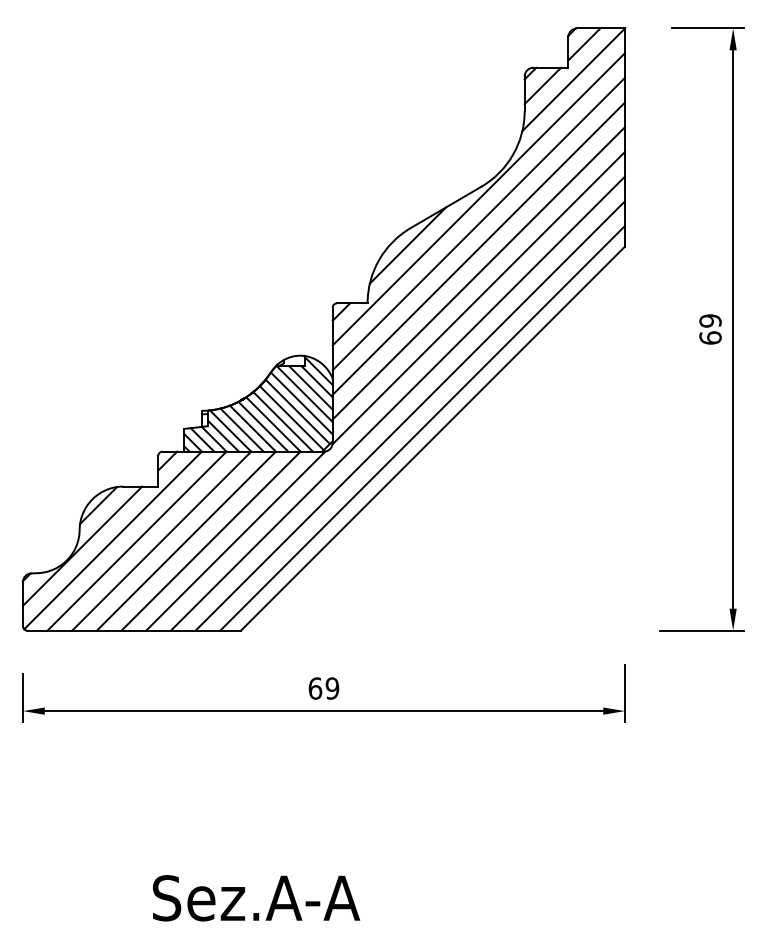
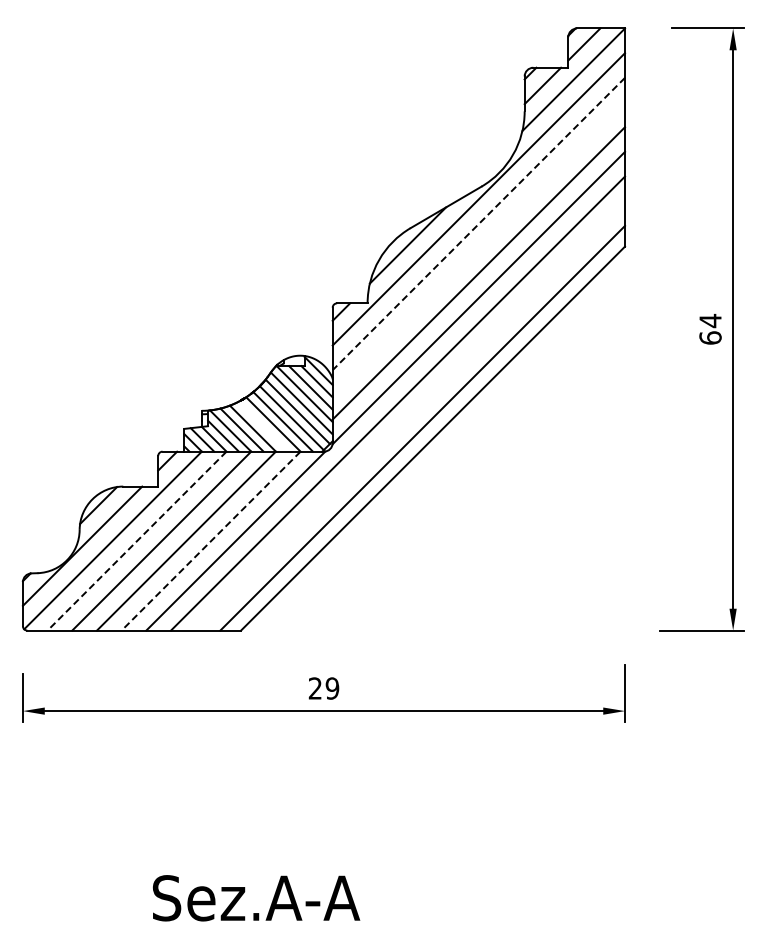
line at (478, 224): solid -> dashed
line at (478, 248): present -> none
text at (710, 320): 69 -> 64
line at (410, 415): present -> none
line at (263, 426): present -> none
line at (136, 541): solid -> dashed
line at (210, 541): solid -> dashed
text at (315, 688): 69 -> 29
